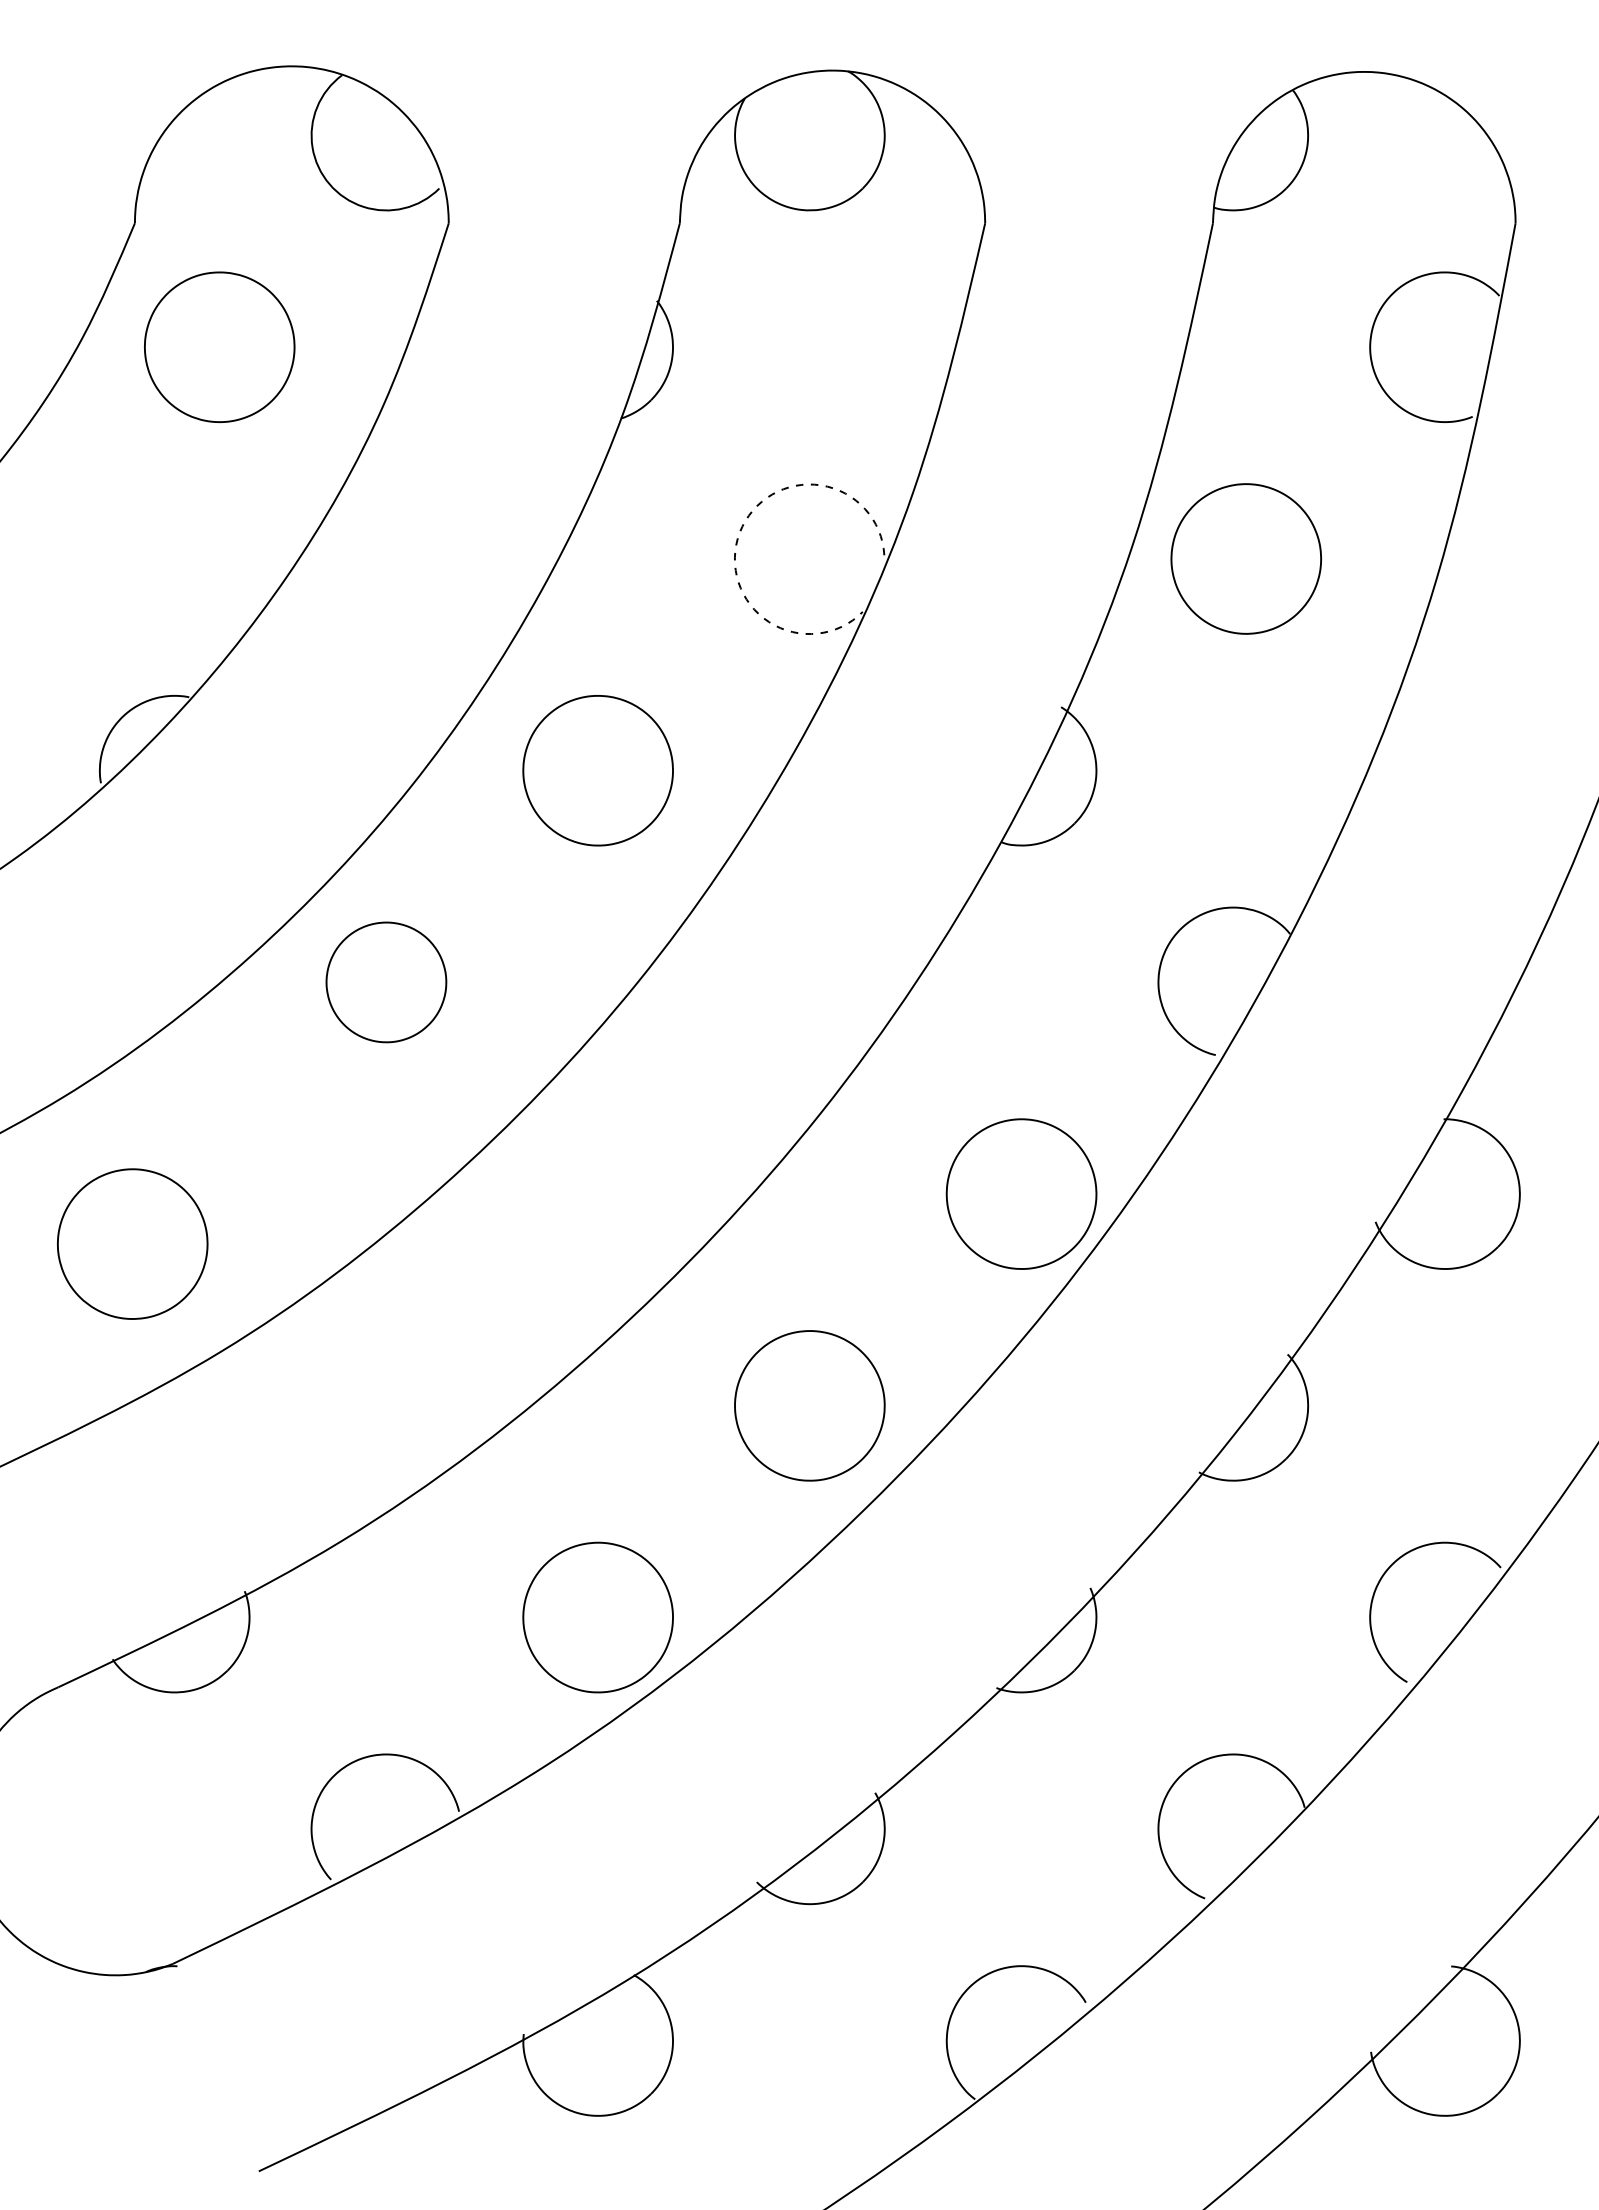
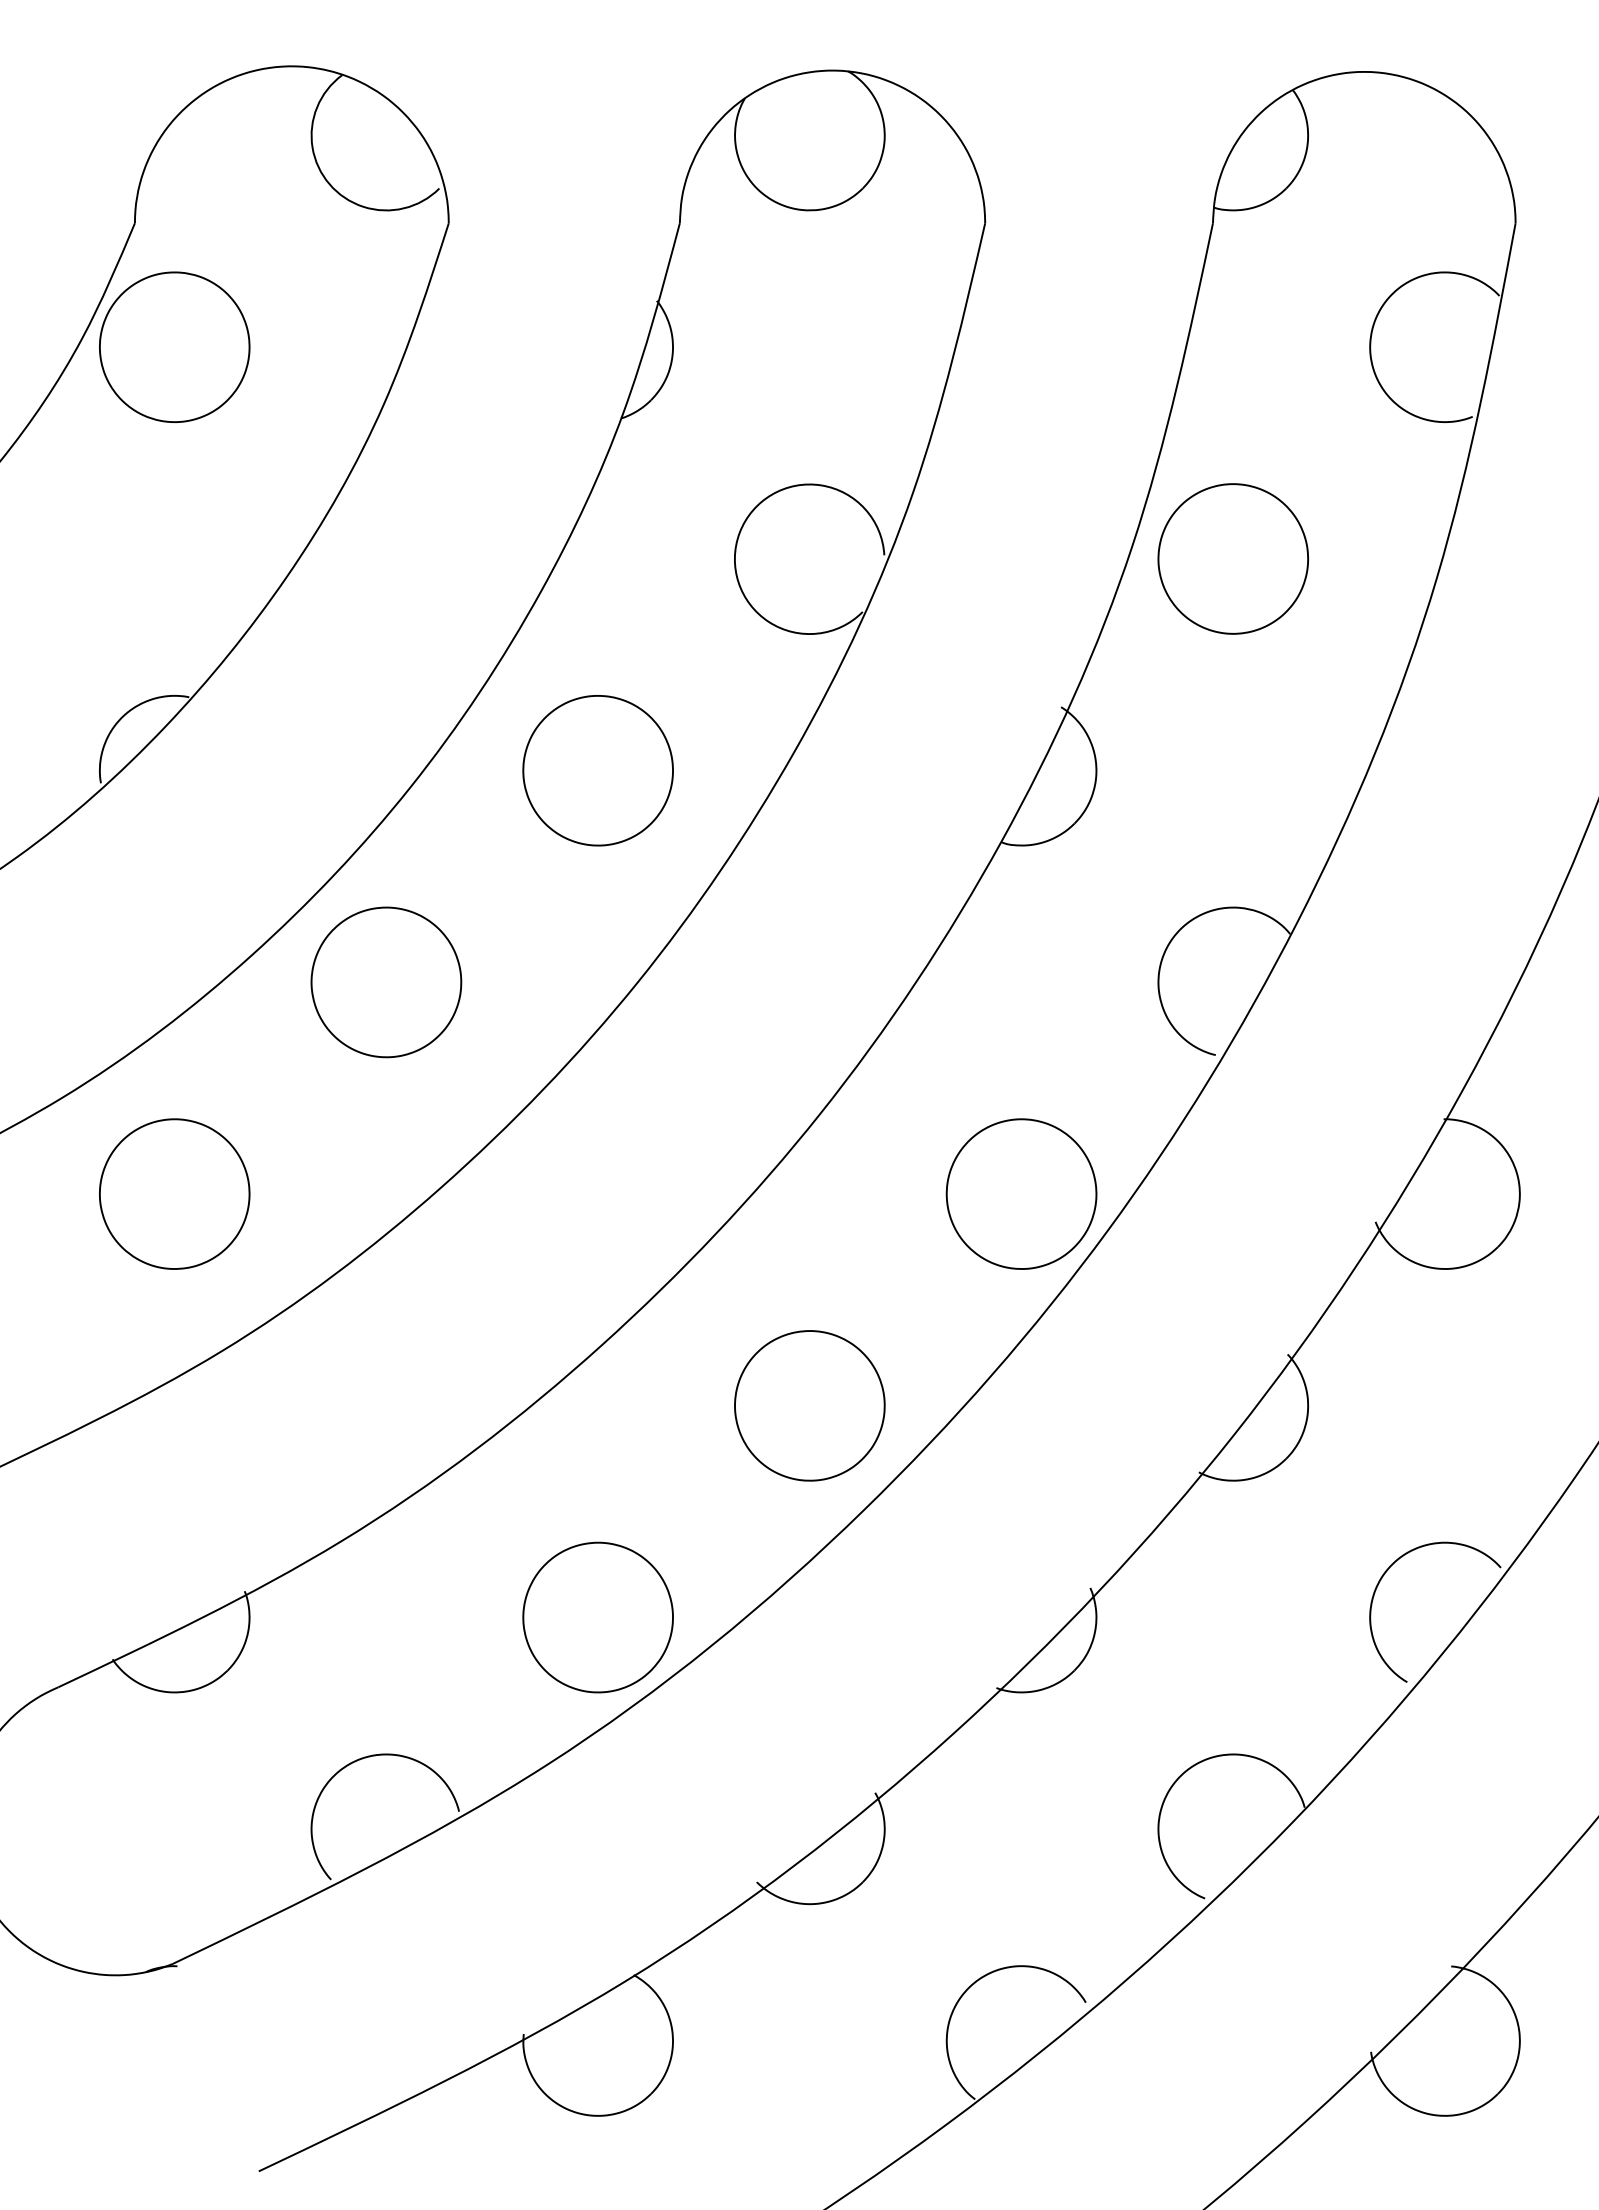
part at (219, 346) position: (219, 346) -> (174, 346)
arc at (739, 532): dashed -> solid
part at (1245, 558) position: (1245, 558) -> (1232, 558)
part at (386, 982) size: 123x123 px -> 153x153 px
part at (132, 1243) position: (132, 1243) -> (174, 1193)
